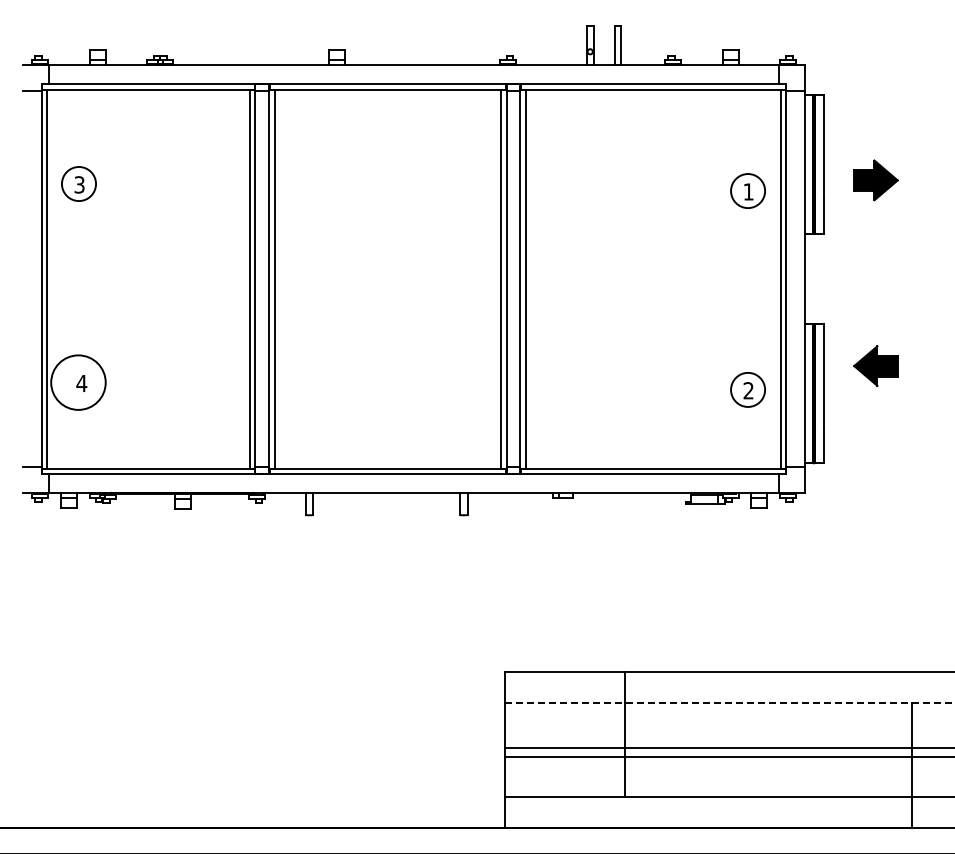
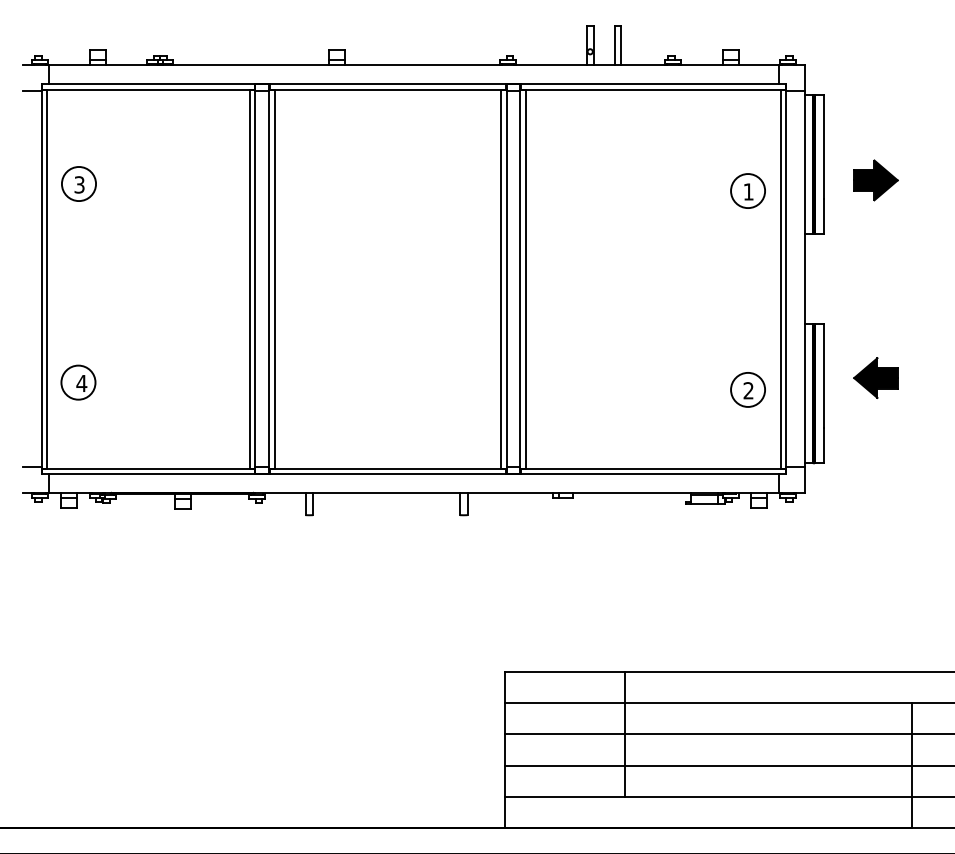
part at (875, 365) position: (875, 365) -> (875, 377)
circle at (78, 382) diameter: 55 px -> 34 px
line at (729, 703): dashed -> solid
line at (727, 747) position: (727, 747) -> (727, 765)
line at (727, 757) position: (727, 757) -> (727, 734)
